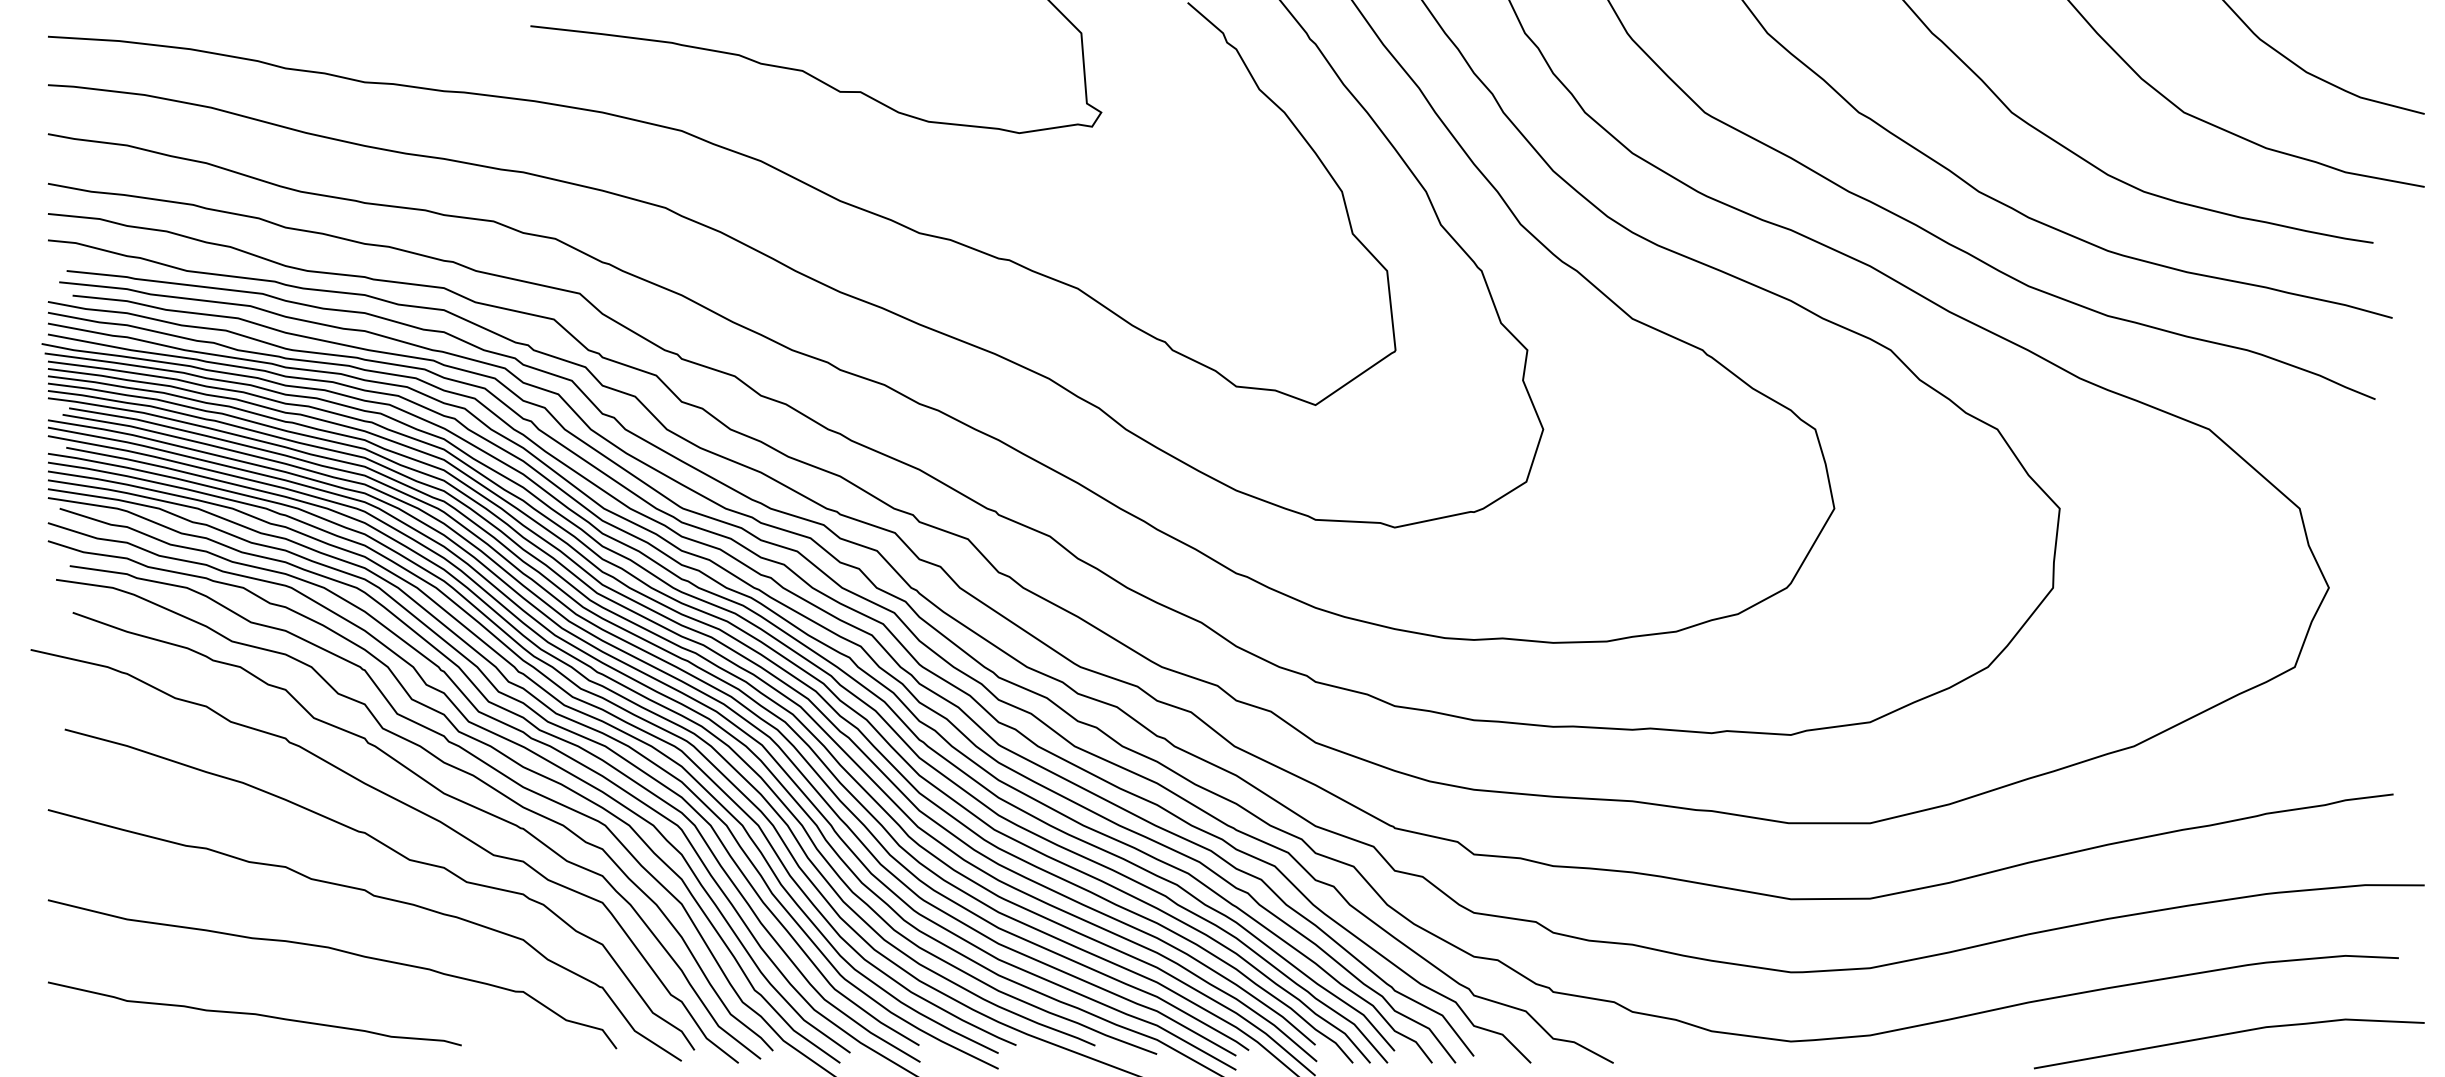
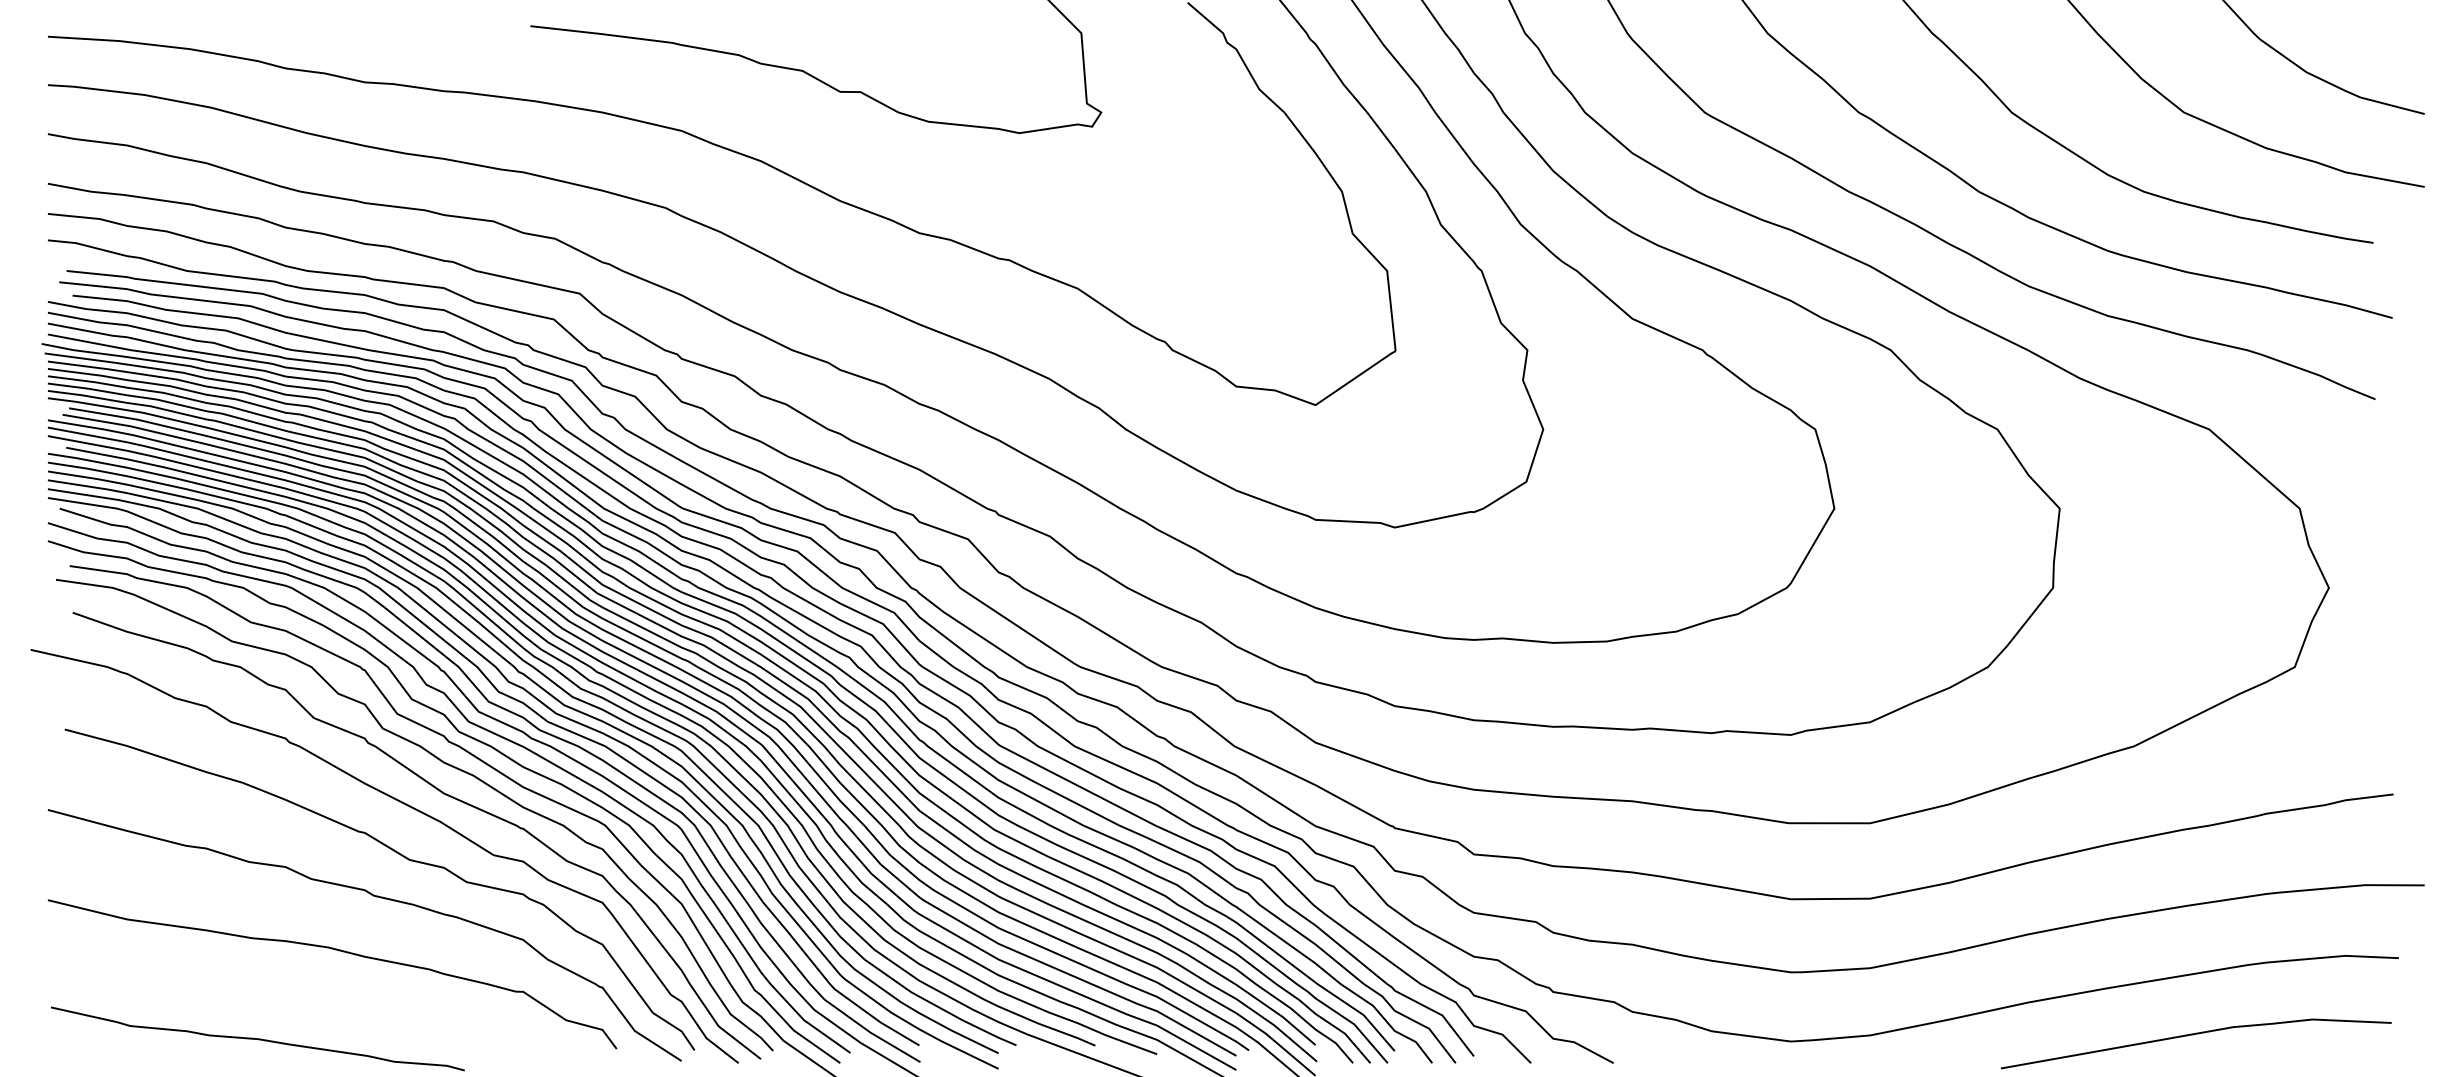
curve at (254, 1013) position: (254, 1013) -> (257, 1038)
line at (2226, 1035) position: (2226, 1035) -> (2193, 1035)
